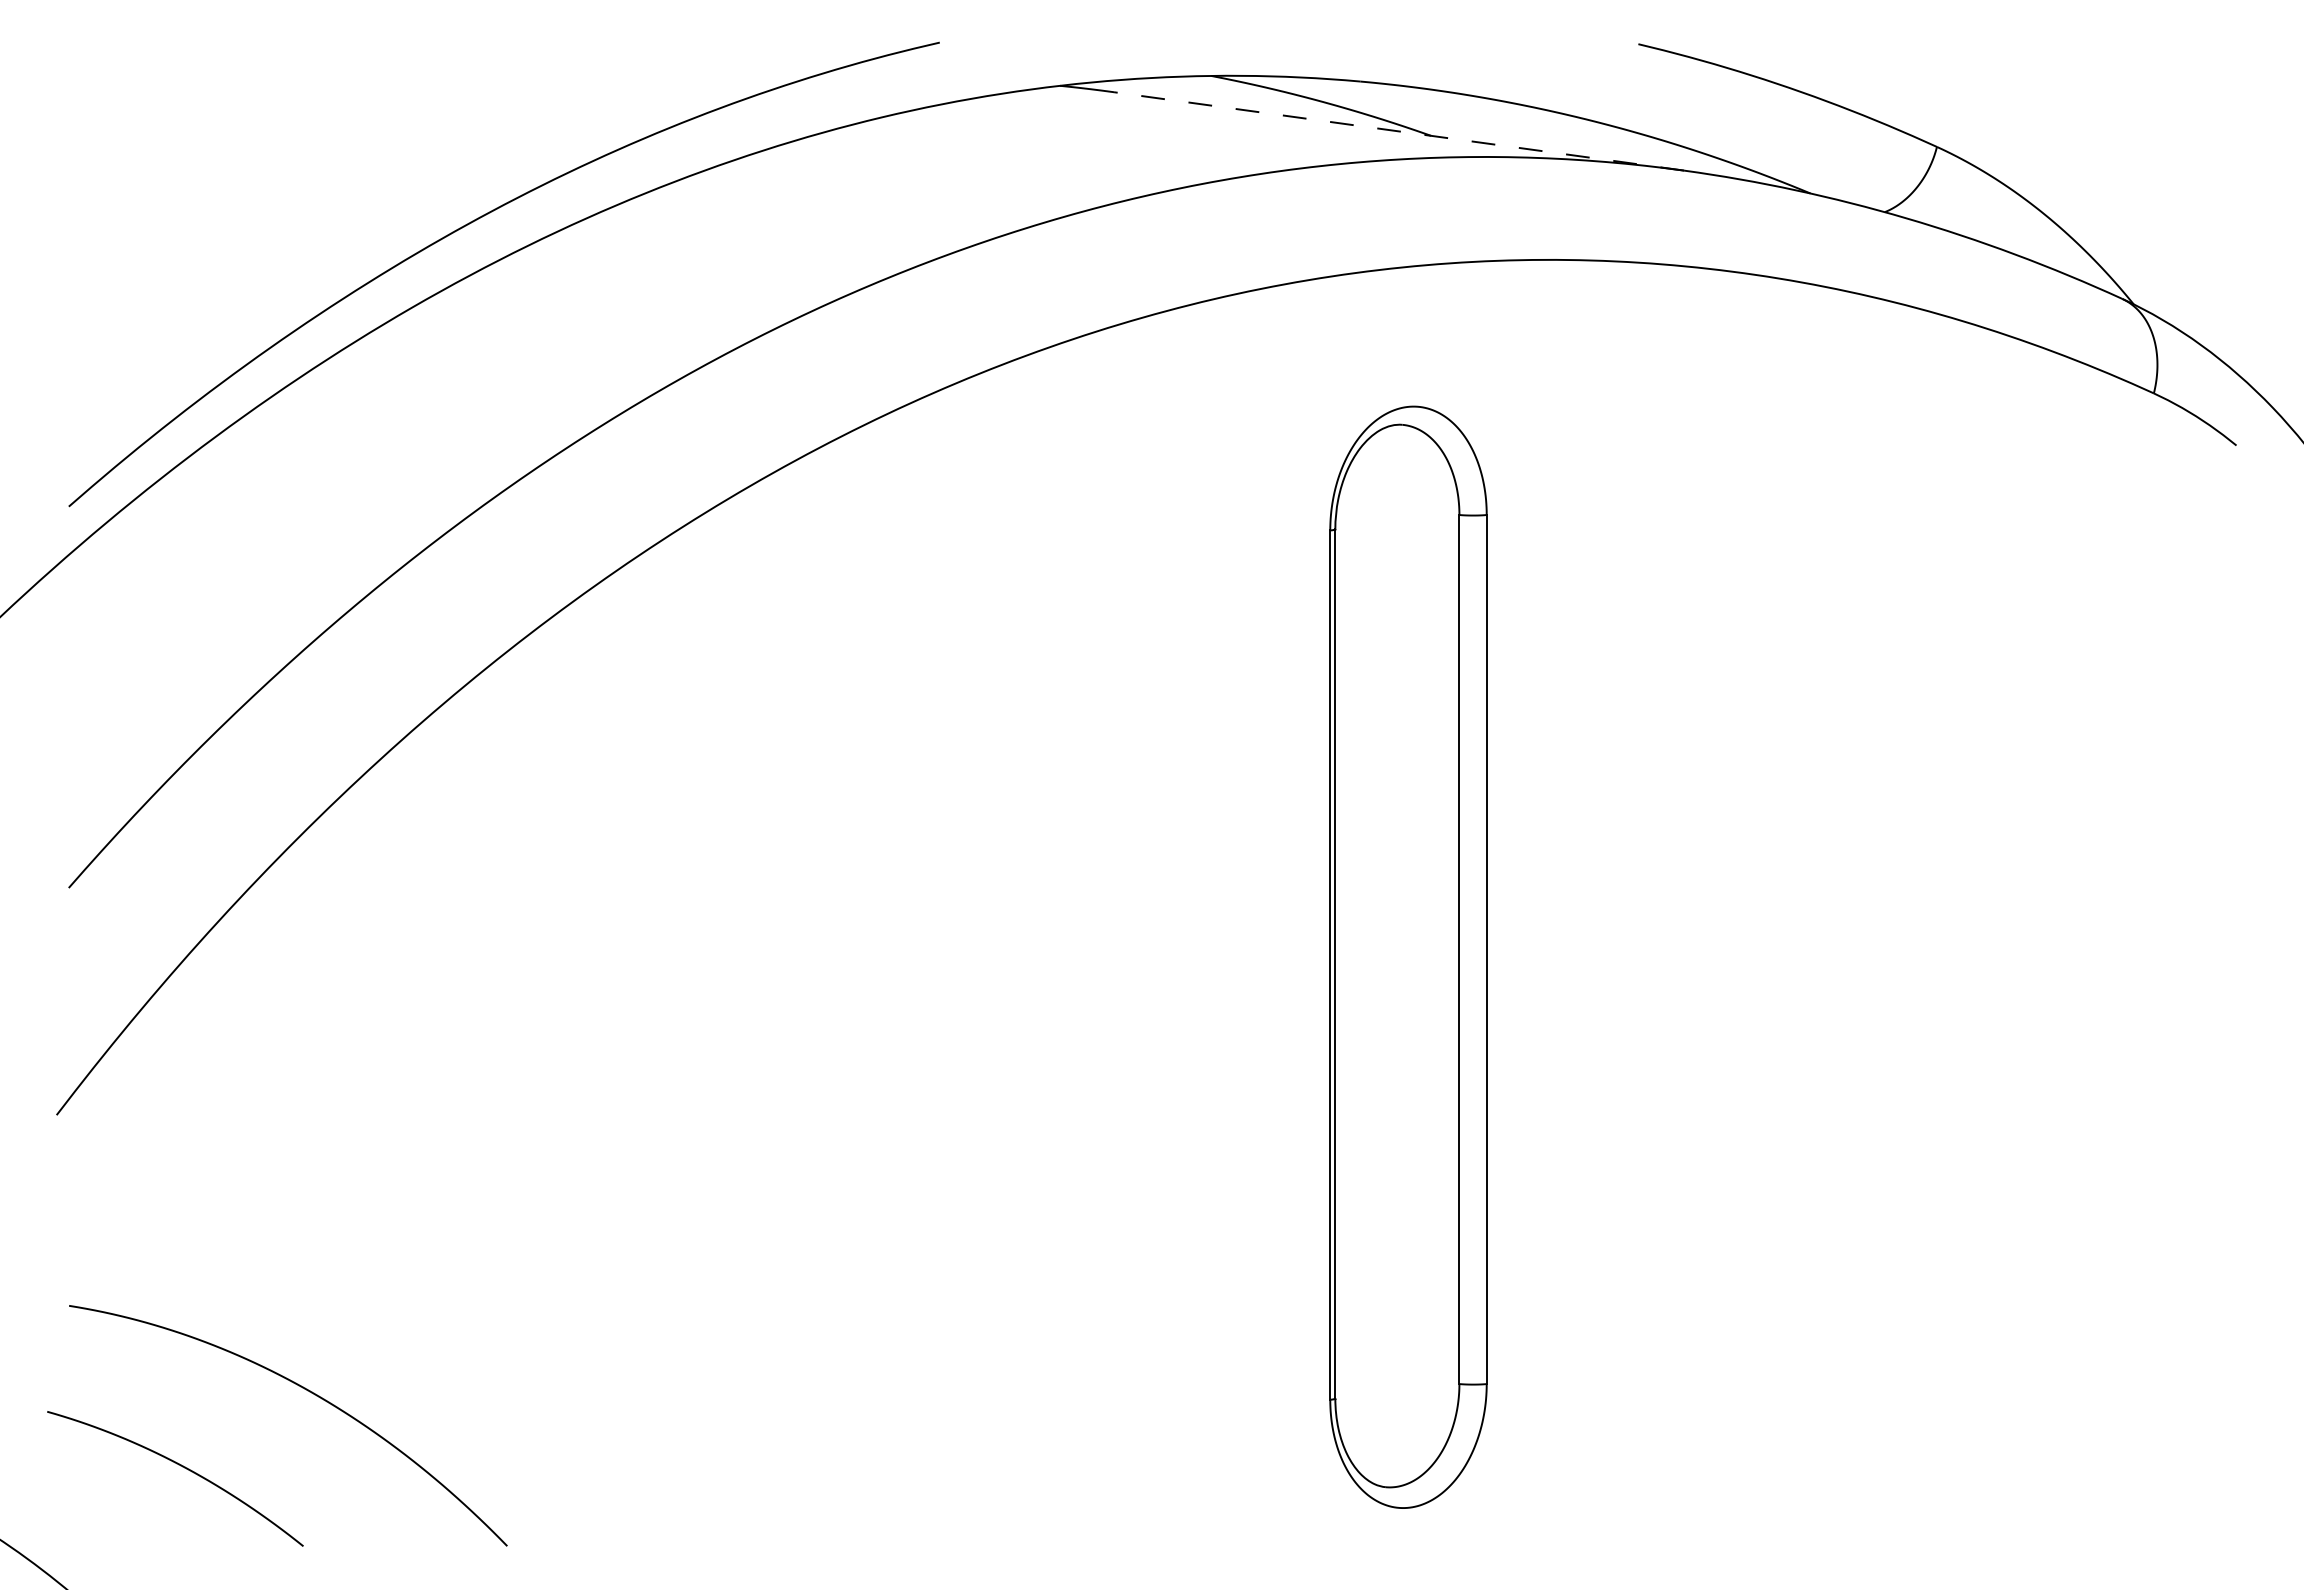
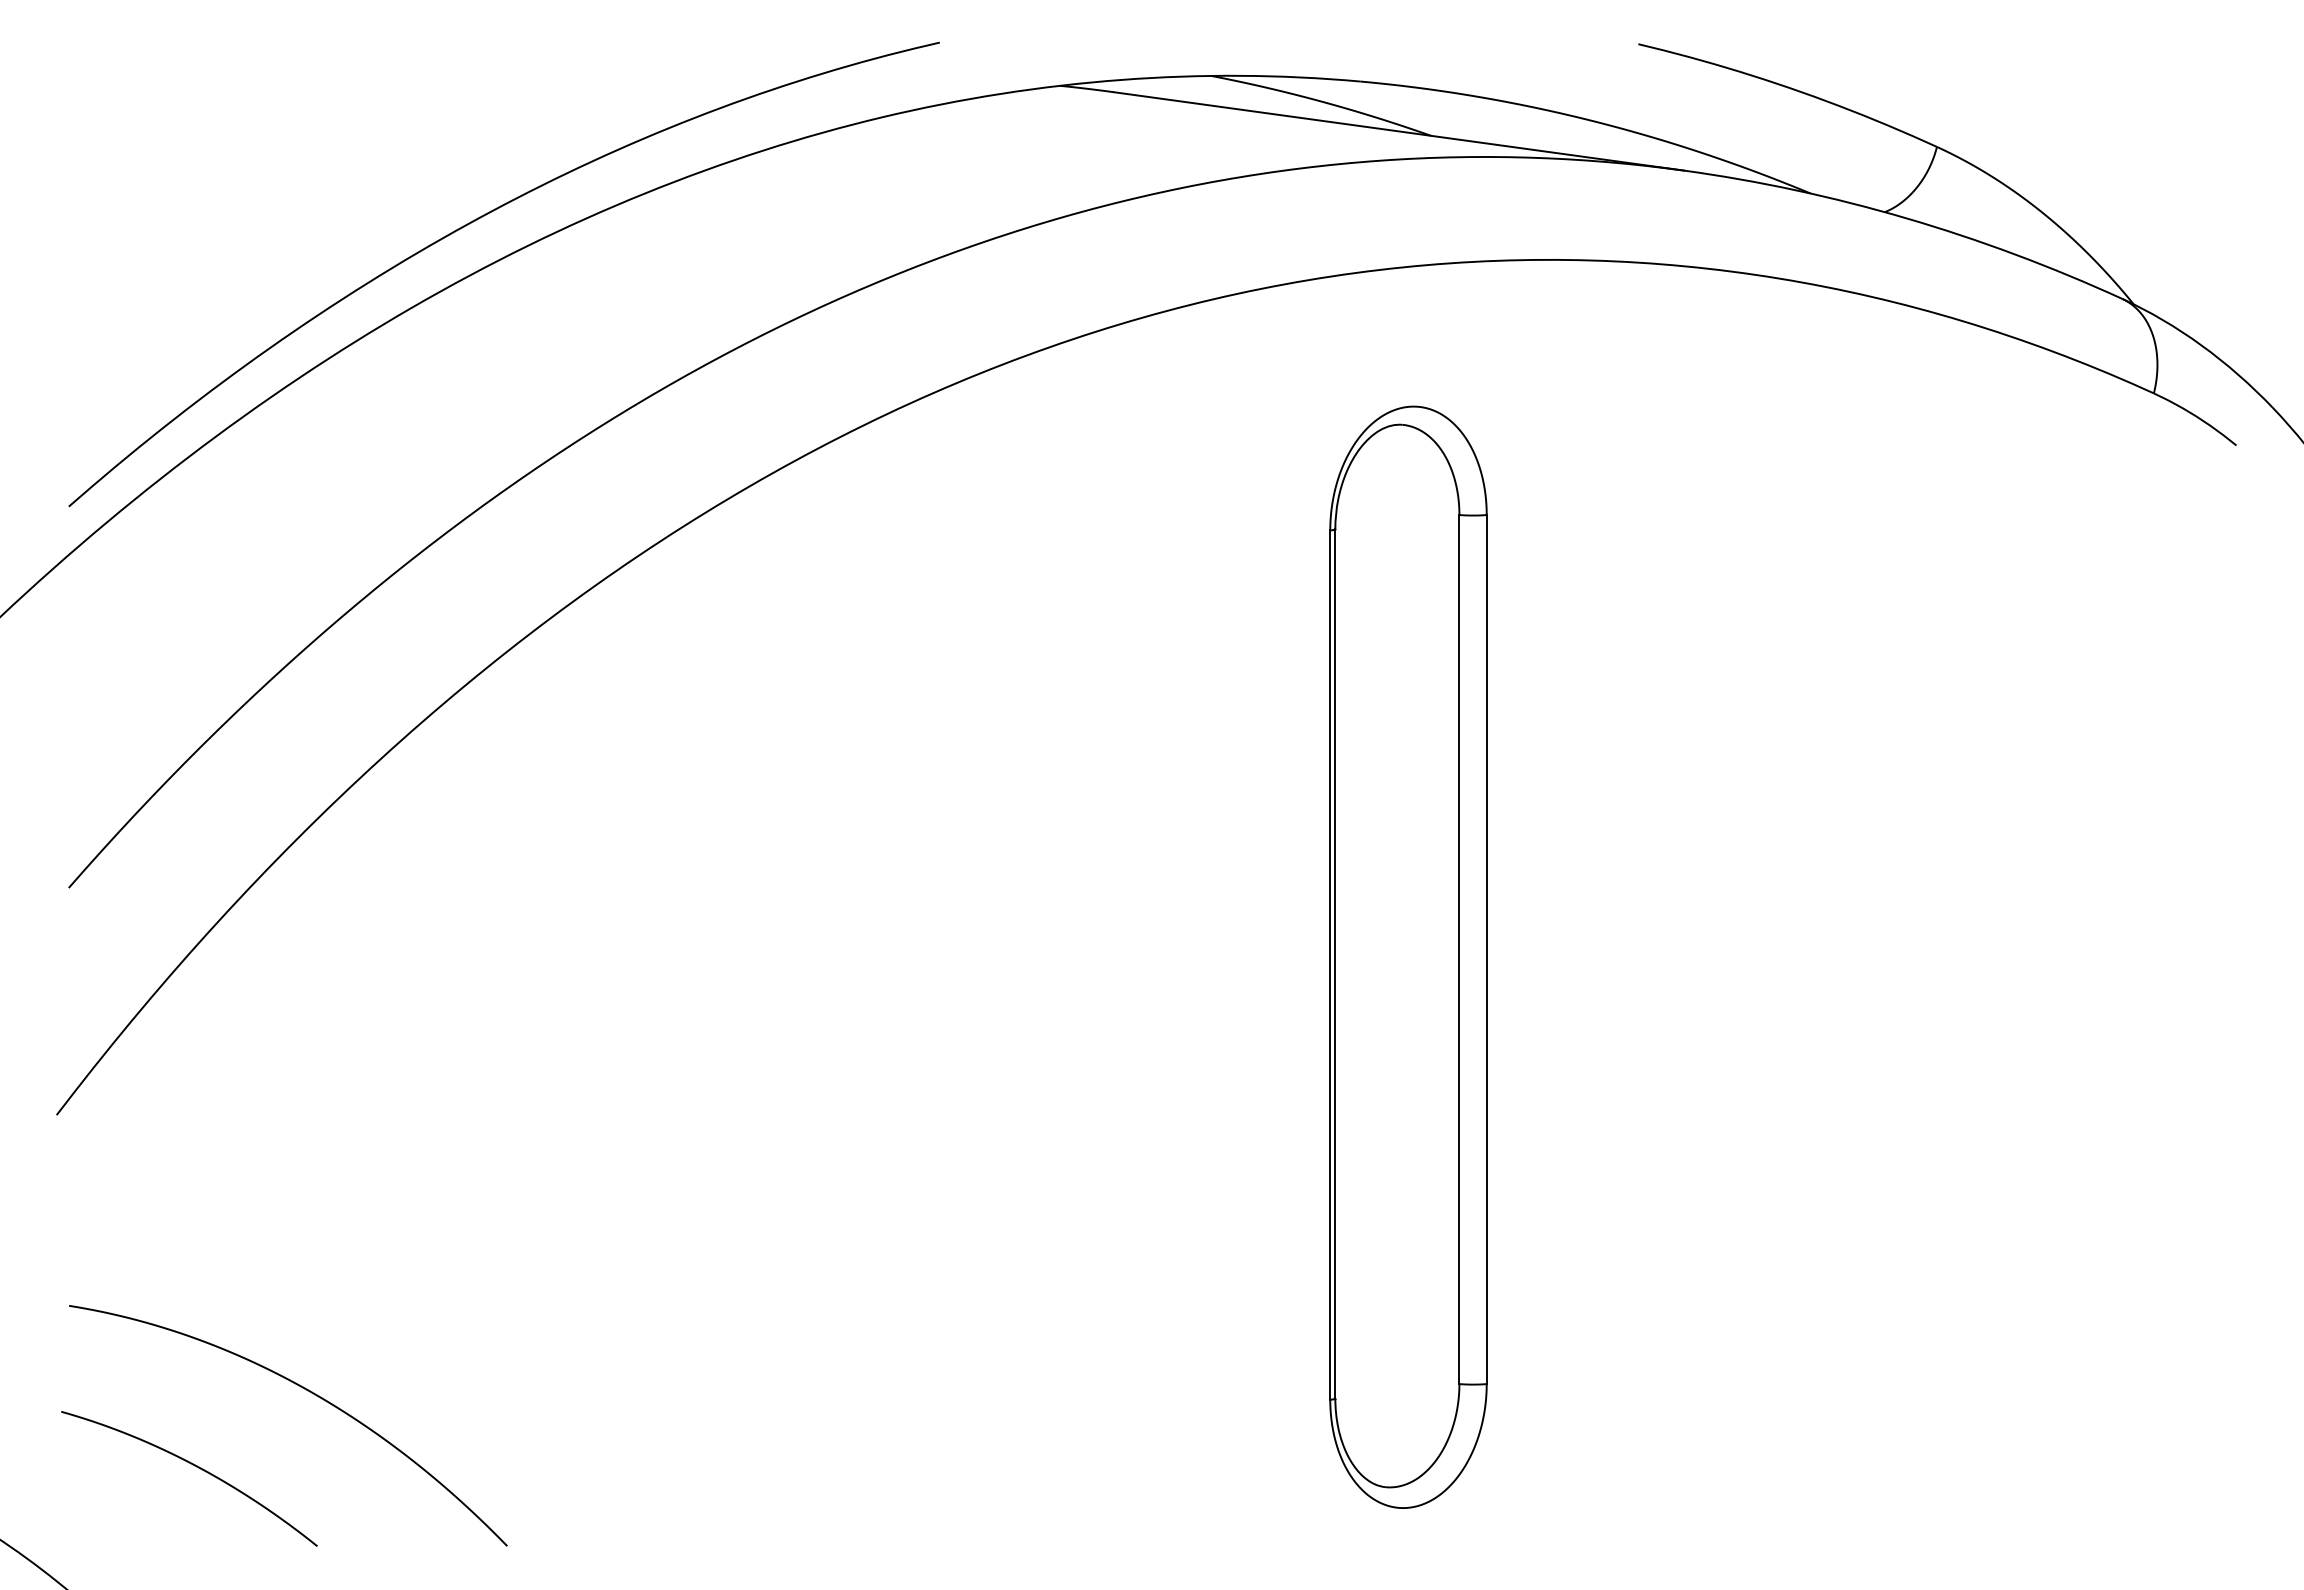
line at (1399, 131): dashed -> solid
curve at (180, 1466) position: (180, 1466) -> (194, 1466)
